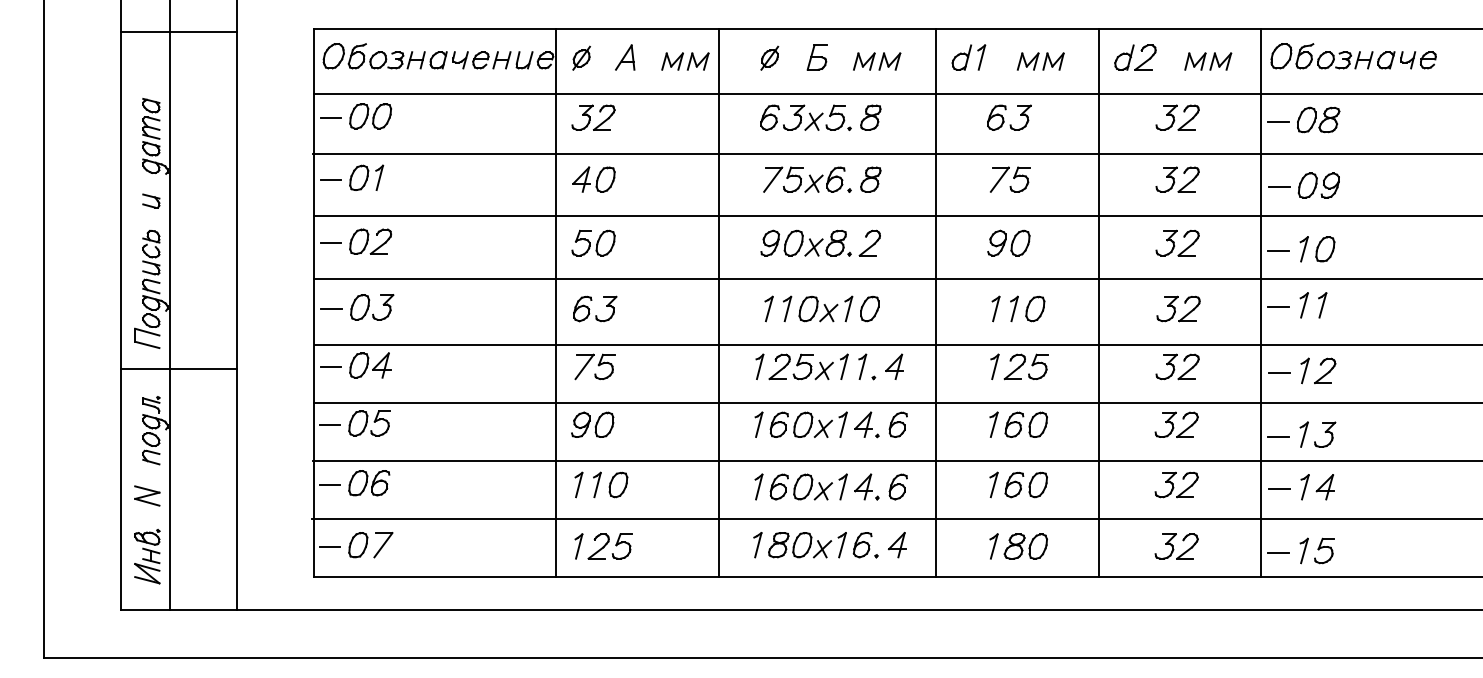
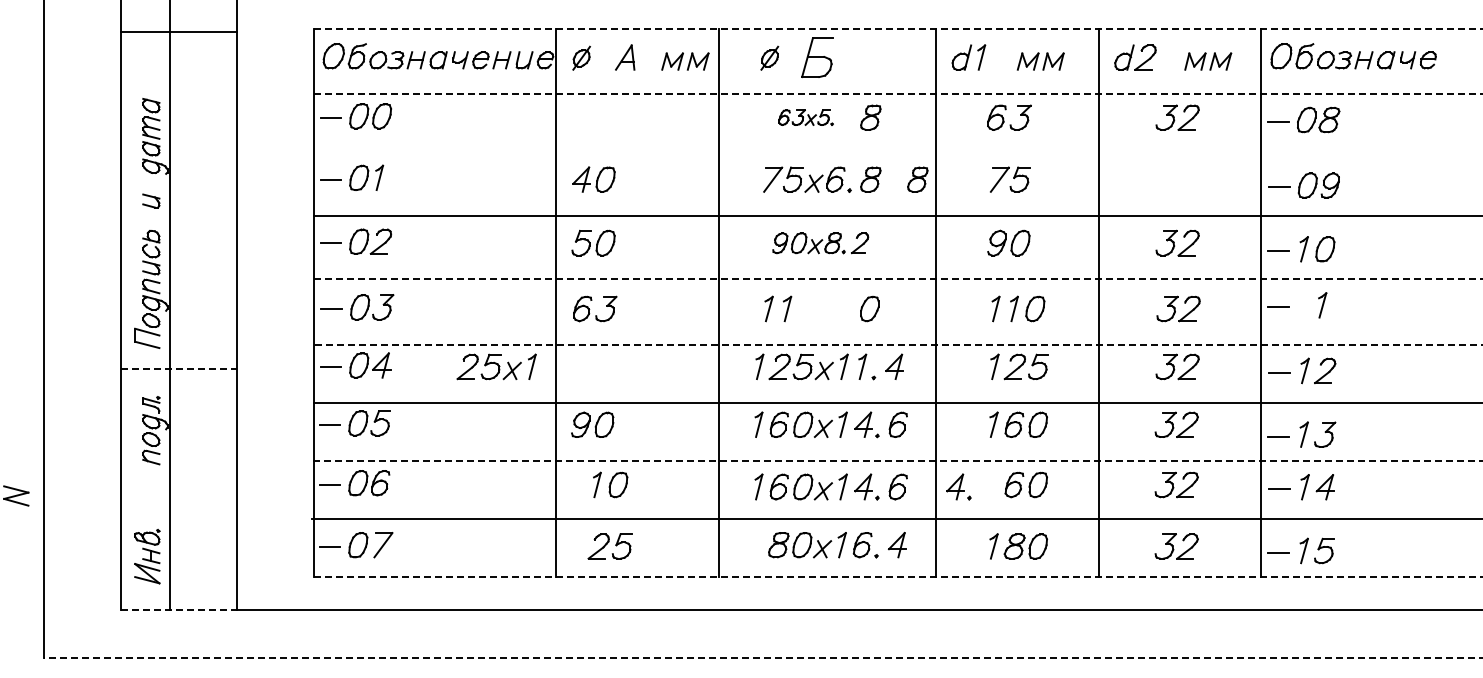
line at (898, 29): solid -> dashed
part at (816, 57) size: 22x27 px -> 33x42 px
part at (877, 61): present -> none
line at (898, 93): solid -> dashed
part at (593, 117): present -> none
part at (805, 117) size: 92x27 px -> 56x17 px
line at (895, 153): present -> none
part at (917, 179): none -> present
part at (1177, 179): present -> none
part at (820, 242) size: 121x28 px -> 98x23 px
line at (898, 279): solid -> dashed
part at (1303, 305): present -> none
part at (825, 308): present -> none
line at (898, 344): solid -> dashed
part at (496, 366): none -> present
part at (594, 366): present -> none
line at (179, 368): solid -> dashed
line at (897, 460): solid -> dashed
part at (578, 484): present -> none
part at (993, 484): present -> none
part at (958, 486): none -> present
part at (147, 495) position: (147, 495) -> (16, 495)
part at (757, 545): present -> none
part at (578, 546): present -> none
line at (898, 577): solid -> dashed
line at (179, 609): solid -> dashed
line at (763, 657): solid -> dashed
